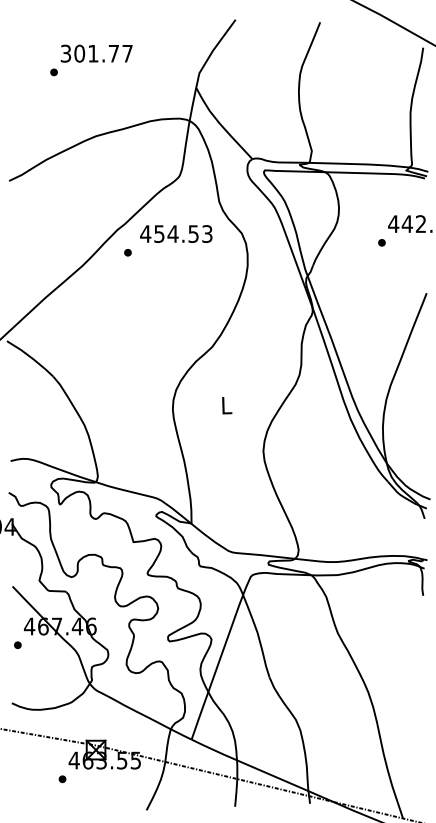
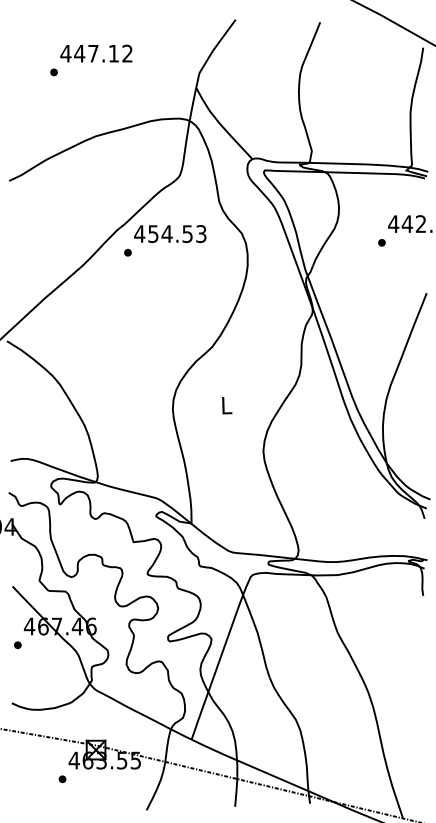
text at (96, 53): 301.77 -> 447.12
text at (176, 233) position: (176, 233) -> (170, 233)
